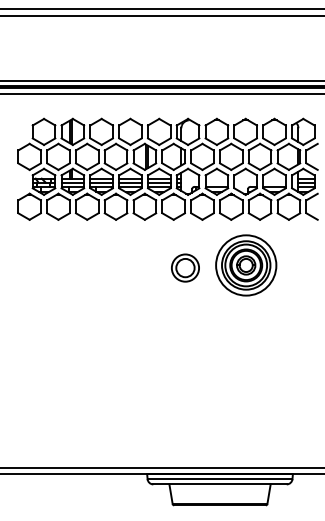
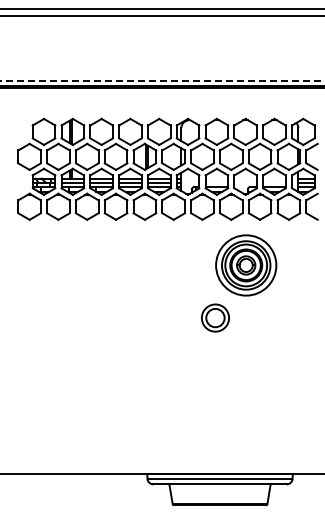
line at (162, 80): solid -> dashed
line at (161, 94): present -> none
part at (185, 267) position: (185, 267) -> (215, 317)
line at (161, 467): present -> none
